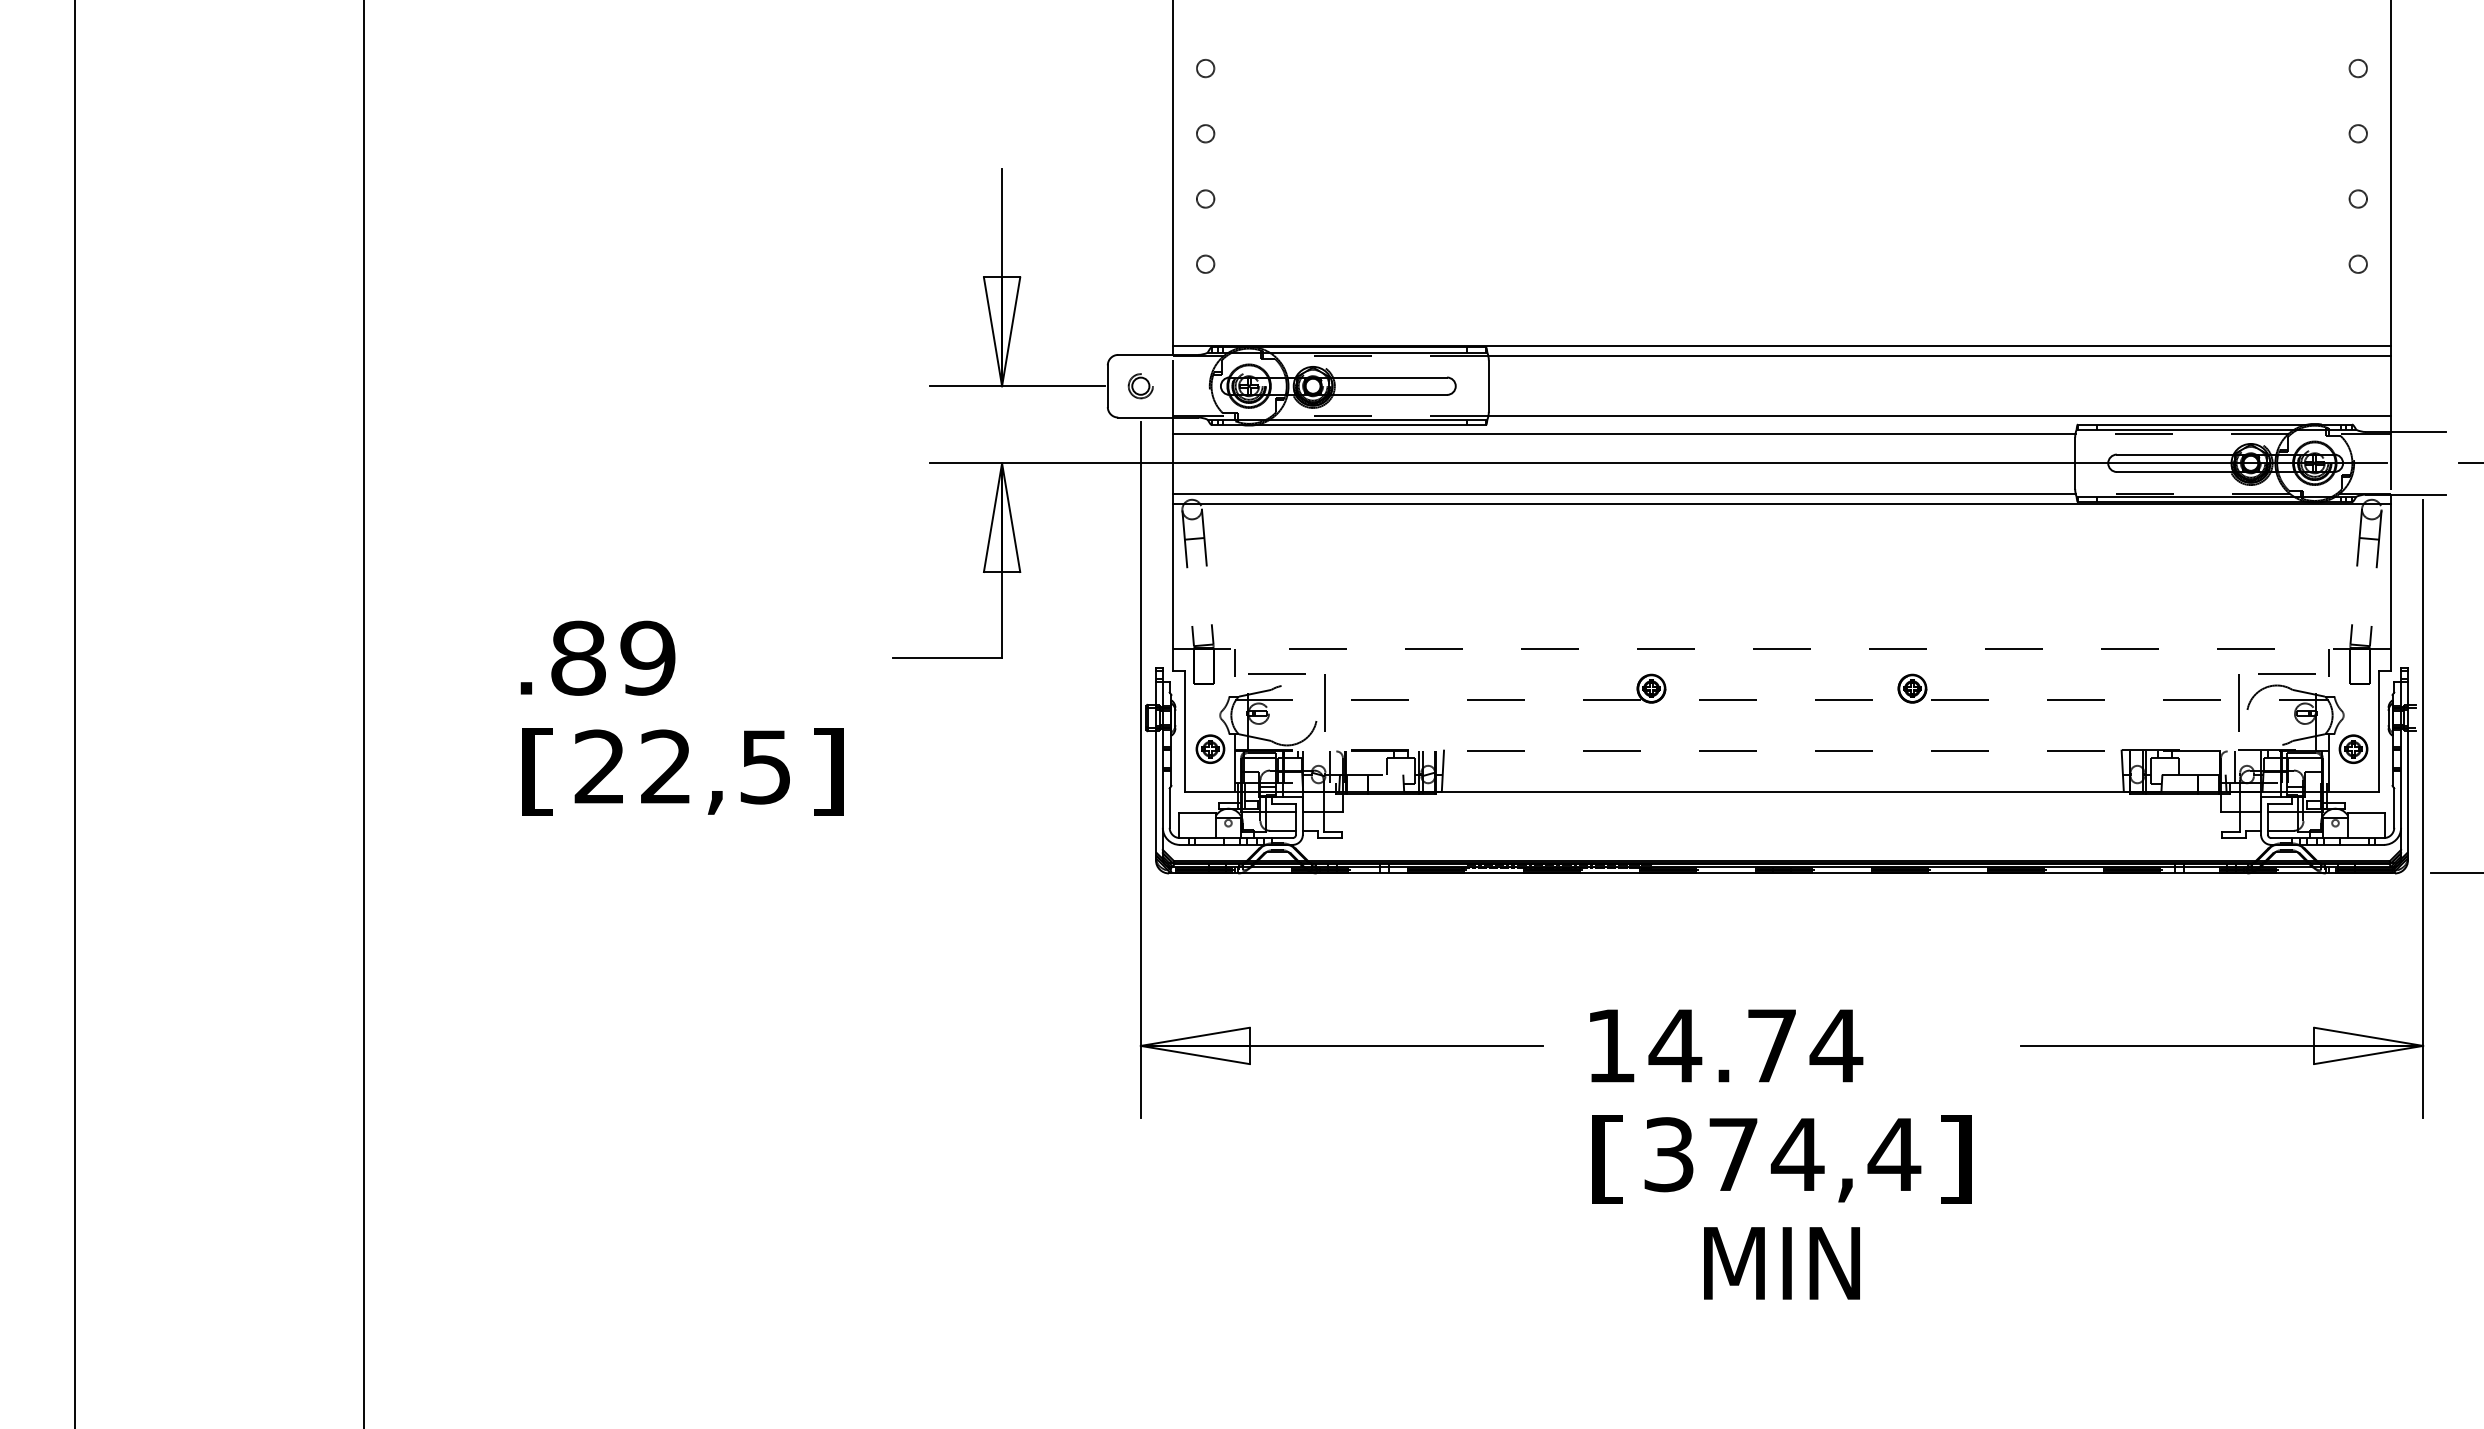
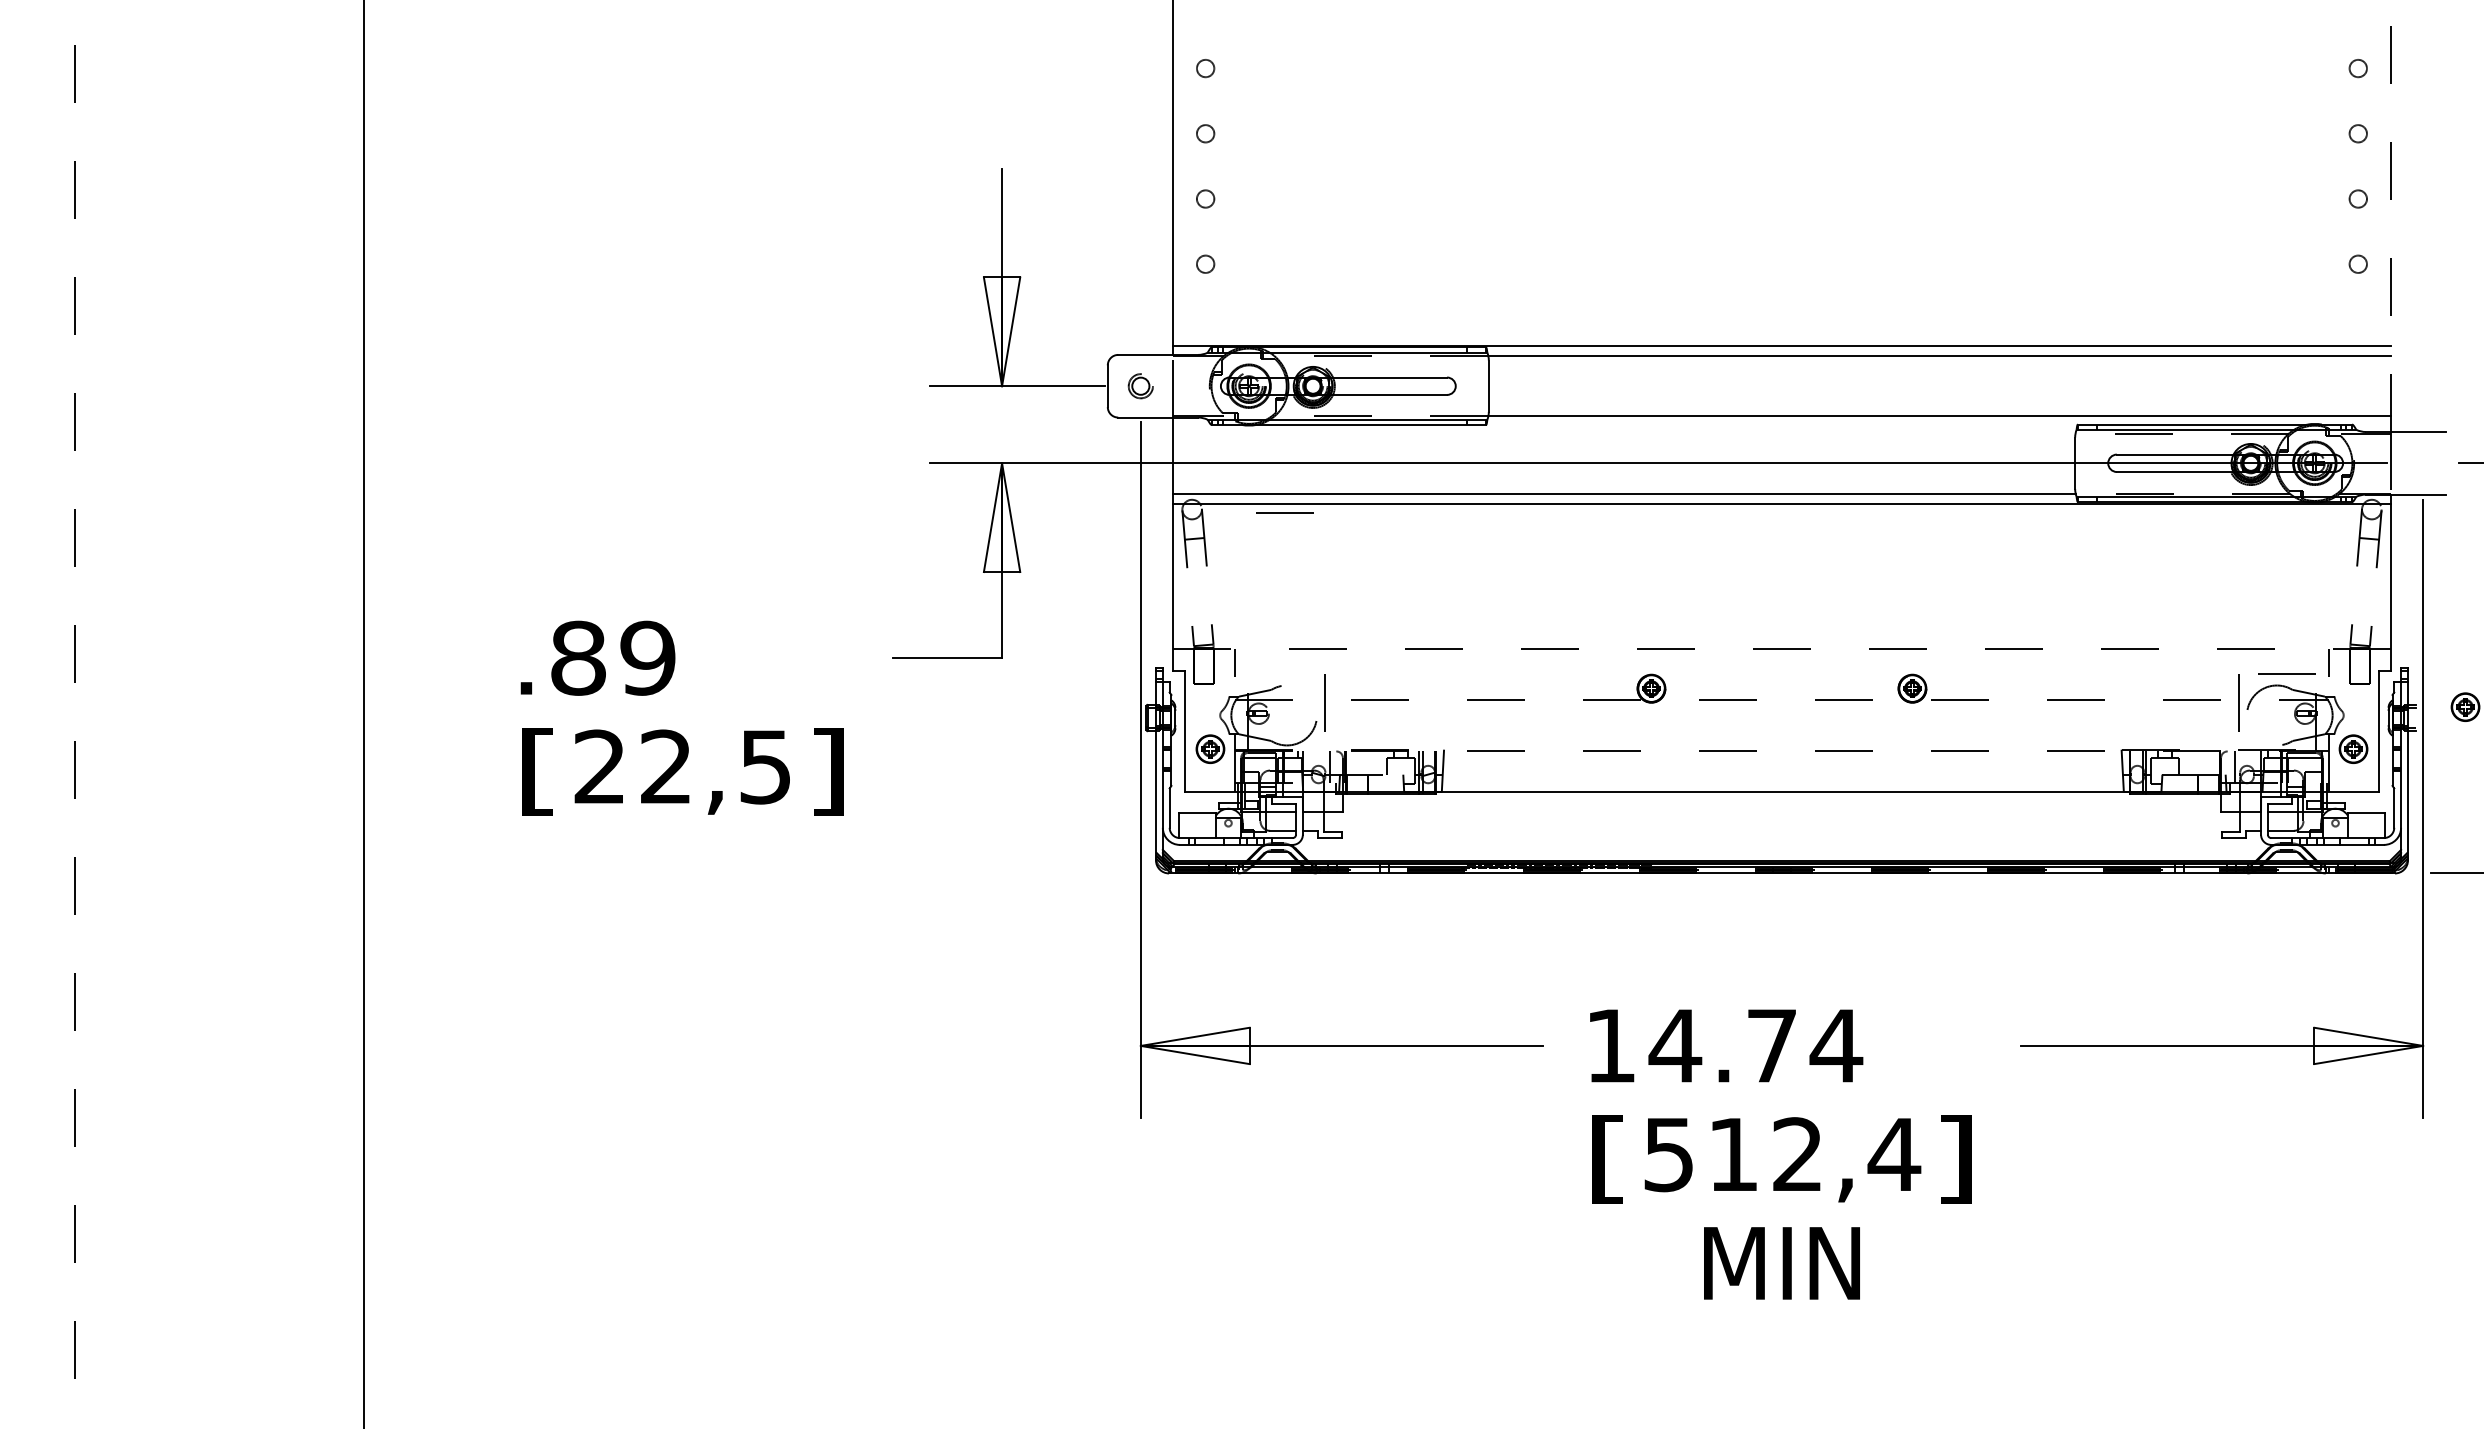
line at (2390, 216): solid -> dashed
line at (1624, 433): present -> none
line at (1276, 673) position: (1276, 673) -> (1284, 512)
part at (2465, 706): none -> present
line at (74, 713): solid -> dashed
text at (1734, 1154): 374,4 -> 512,4
